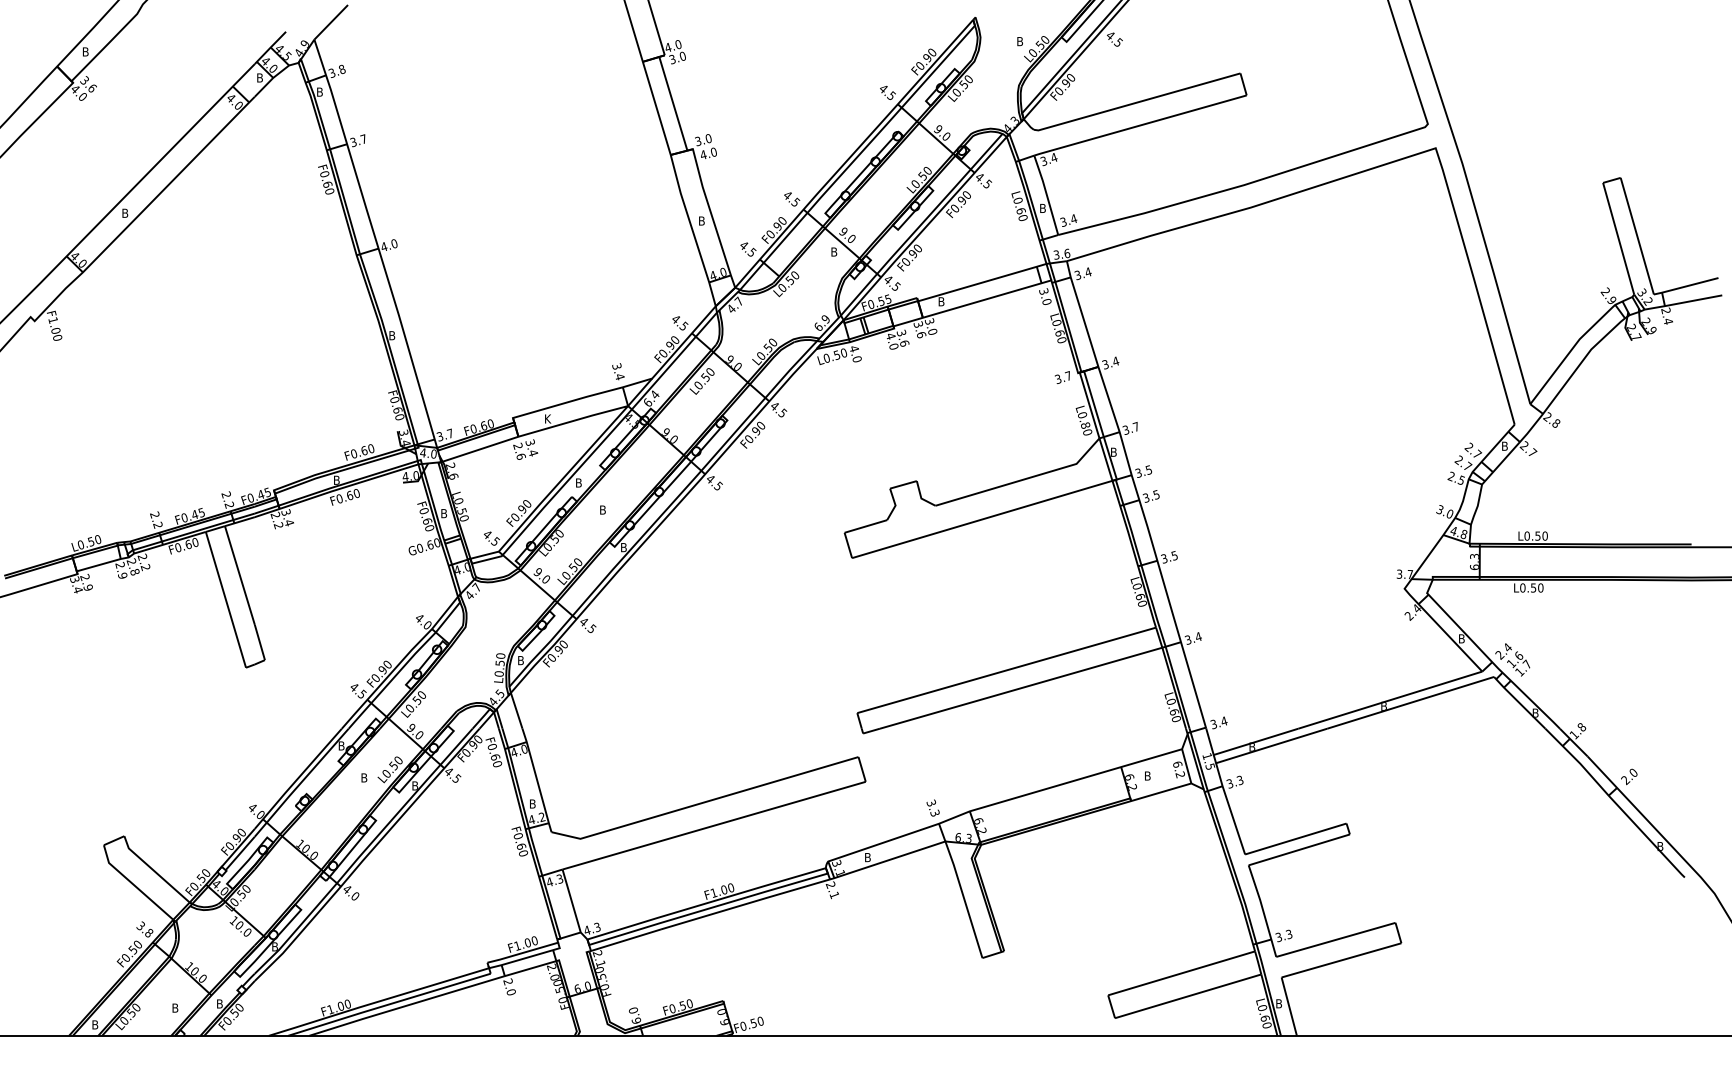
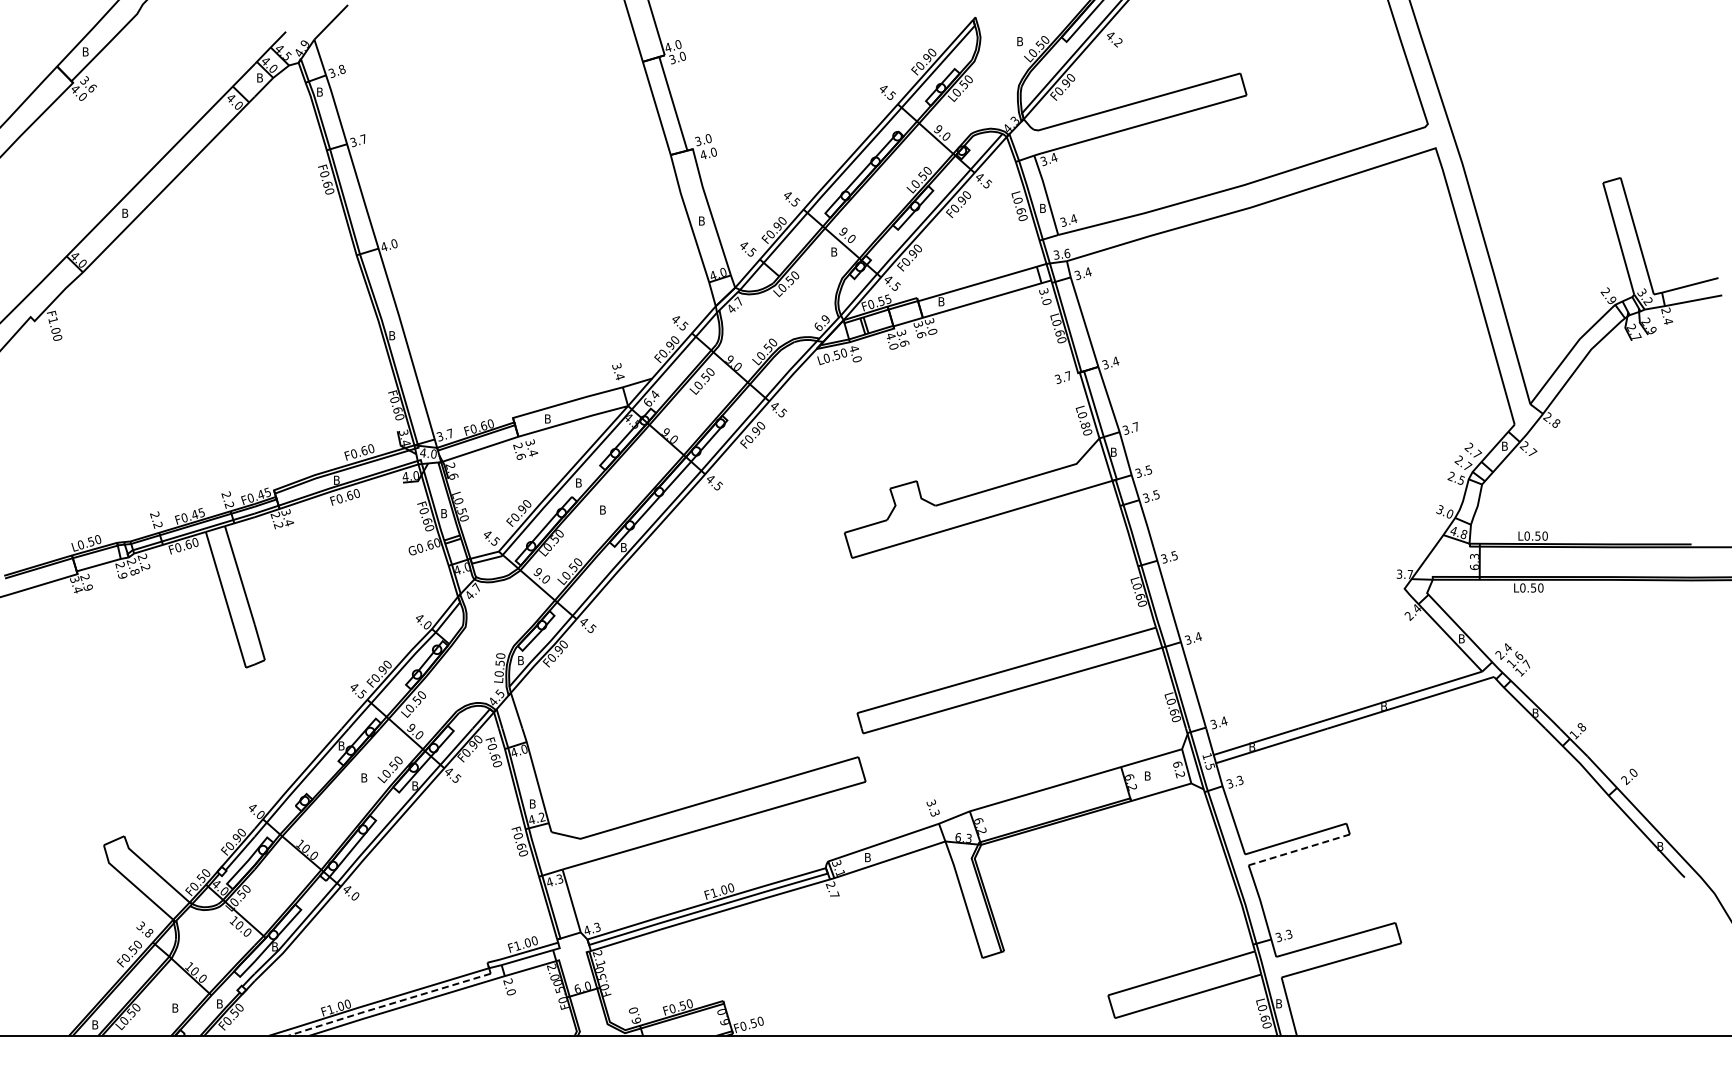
text at (1118, 42): 4.5 -> 4.2
text at (548, 418): K -> B
line at (1299, 849): solid -> dashed
text at (834, 895): 2.1 -> 2.7
line at (387, 1004): solid -> dashed
